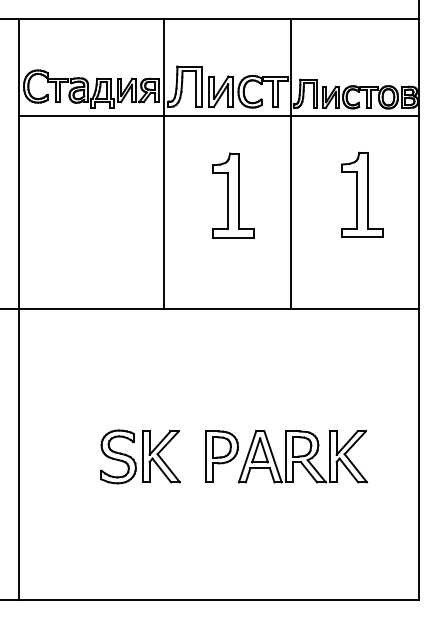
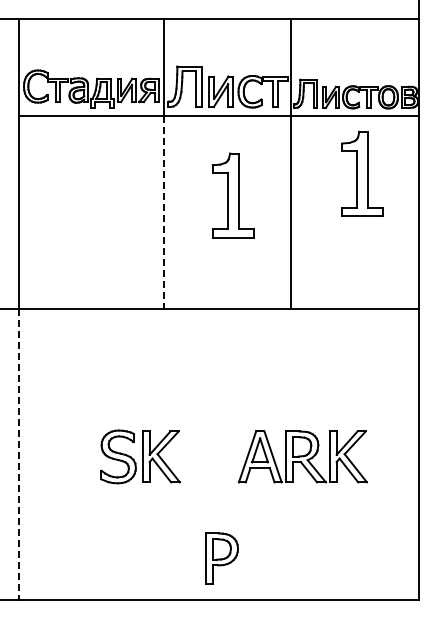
part at (362, 194) position: (362, 194) -> (362, 173)
line at (163, 212): solid -> dashed
line at (19, 455): solid -> dashed
part at (221, 456) position: (221, 456) -> (221, 558)
